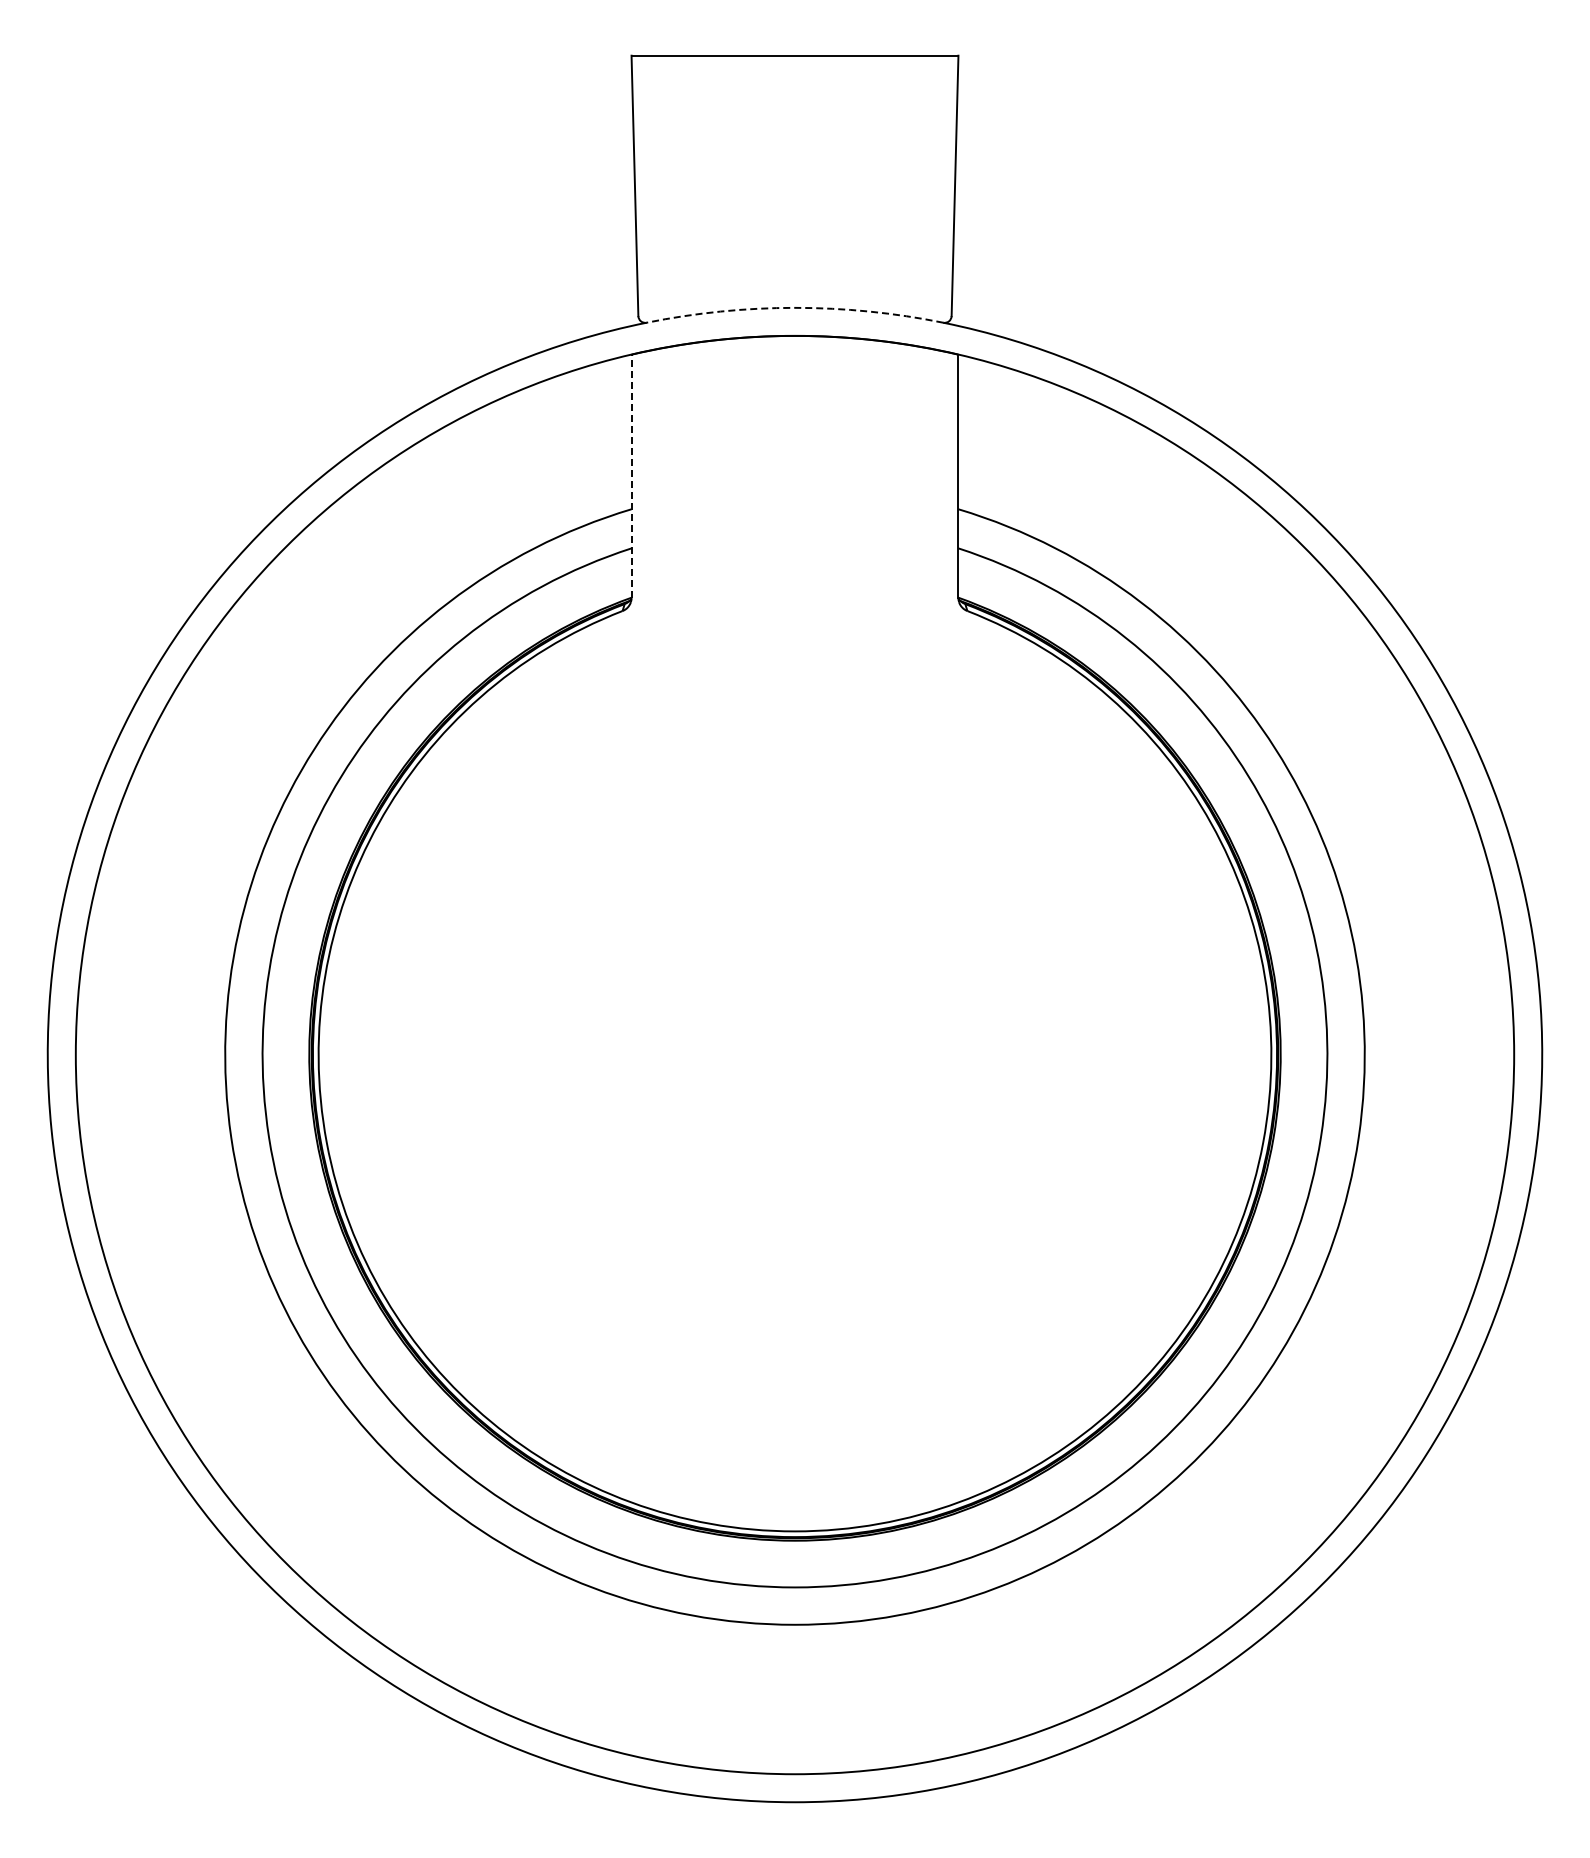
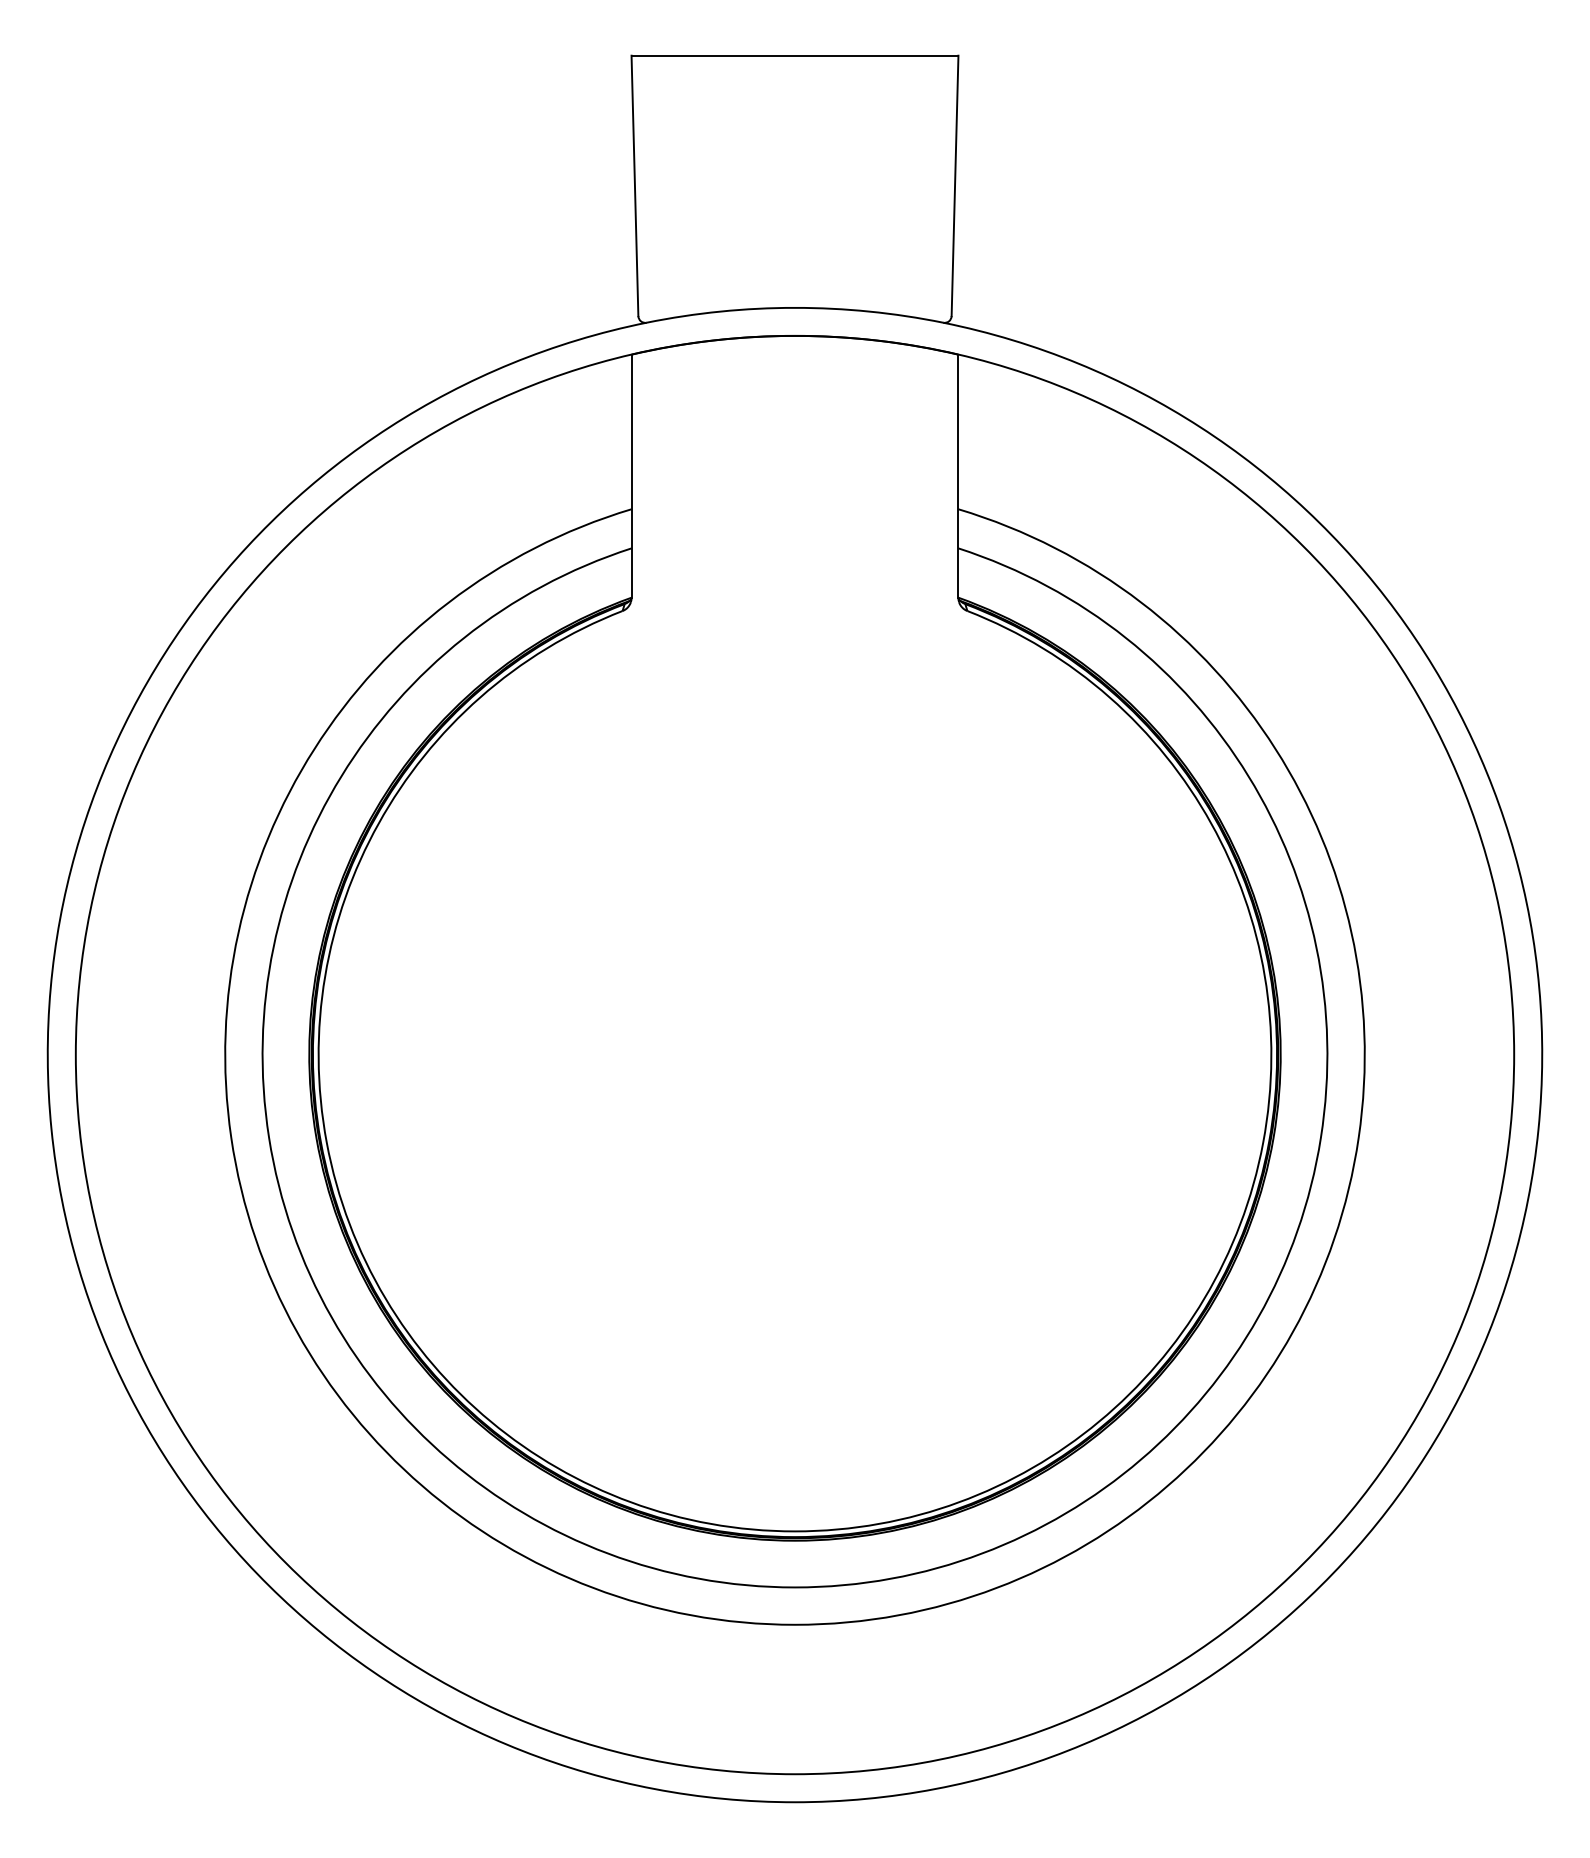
arc at (795, 307): dashed -> solid
line at (631, 476): dashed -> solid
